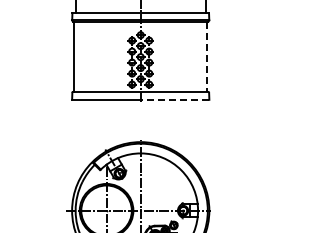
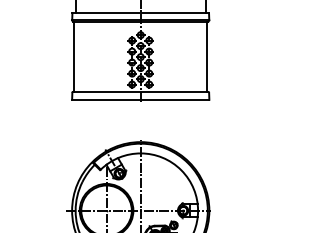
line at (207, 57): dashed -> solid
line at (174, 99): dashed -> solid
